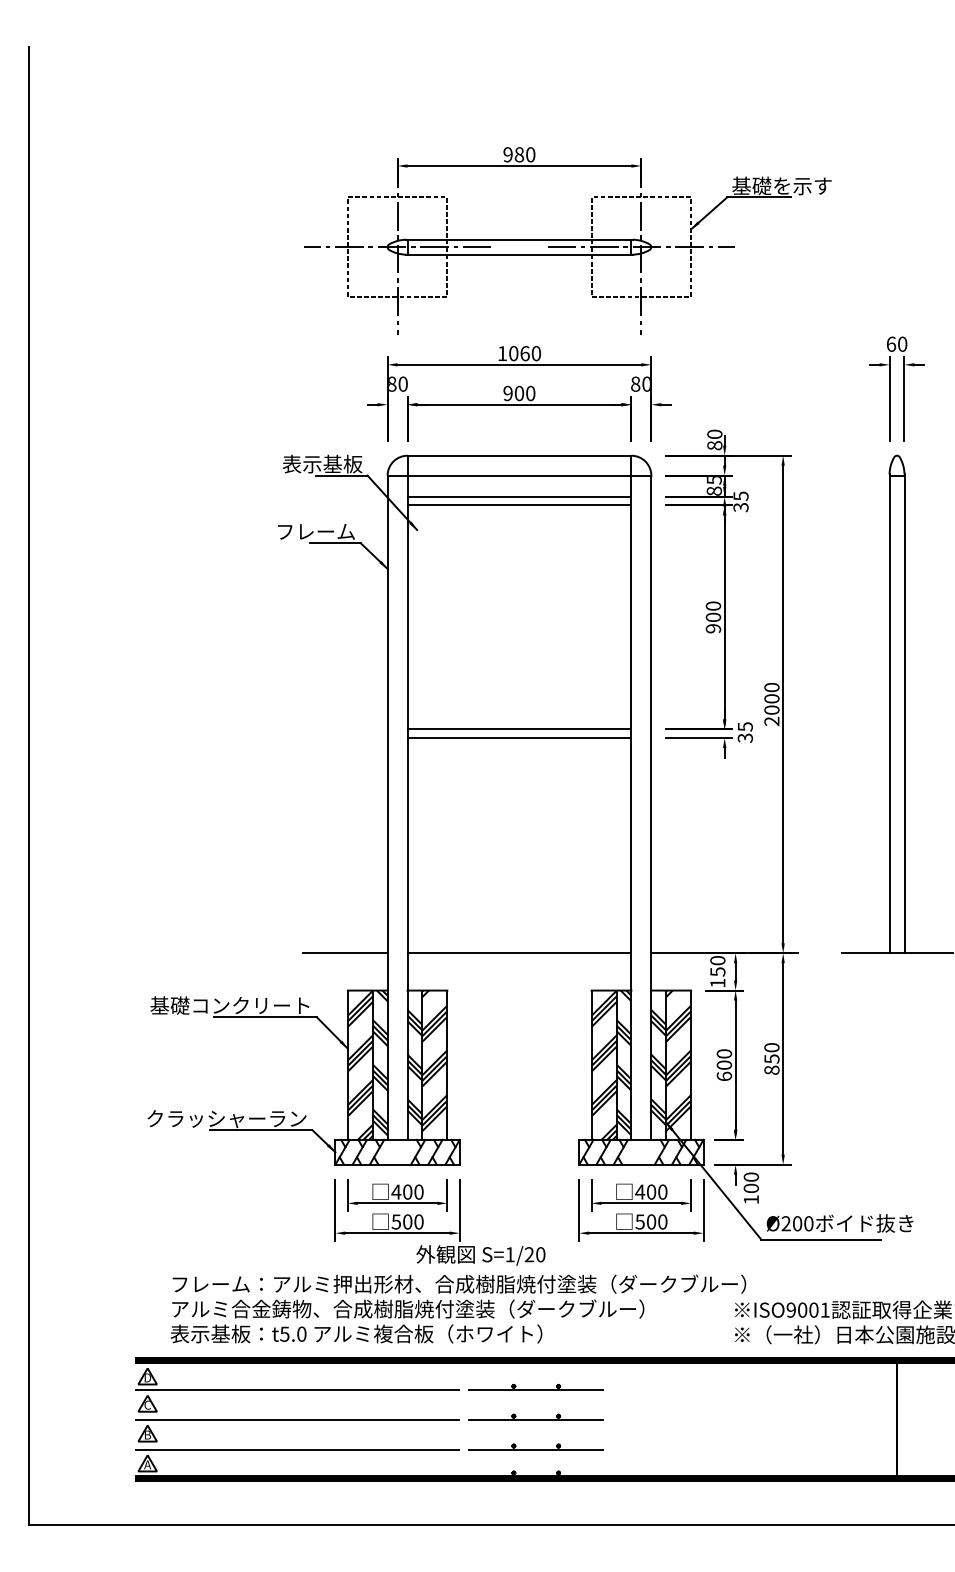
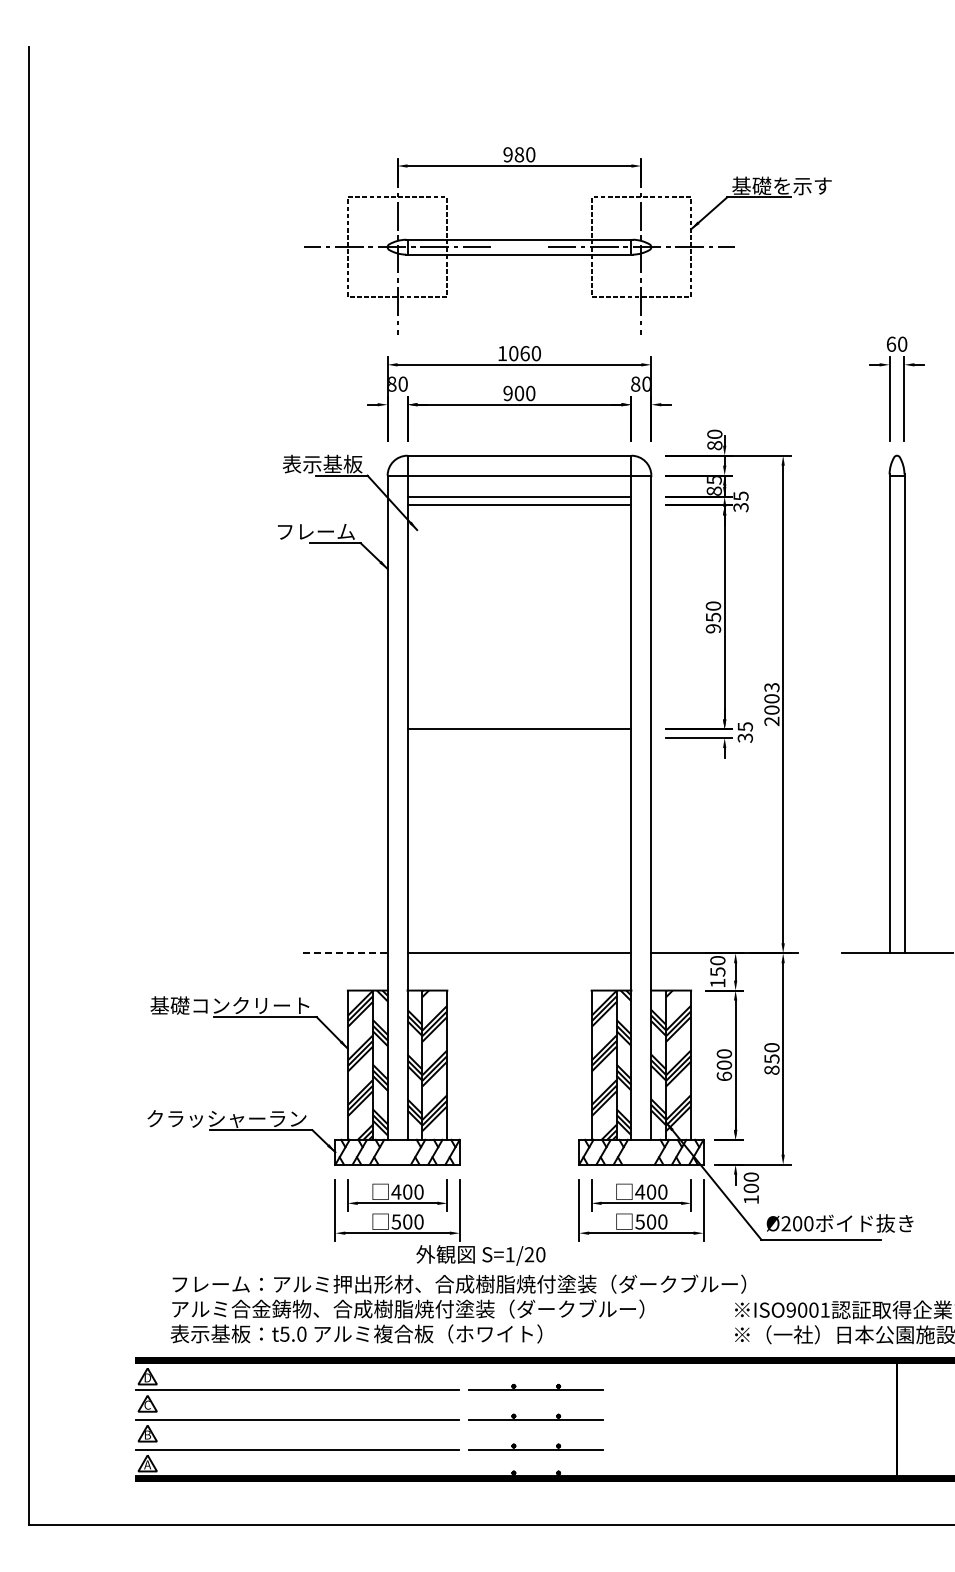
text at (712, 617): 900 -> 950
text at (771, 687): 2000 -> 2003
line at (519, 738): present -> none
line at (345, 953): solid -> dashed
